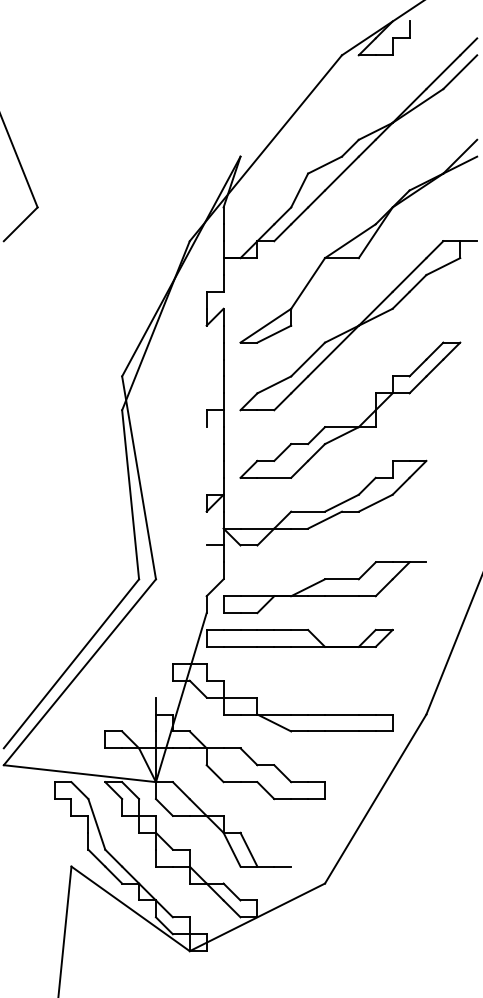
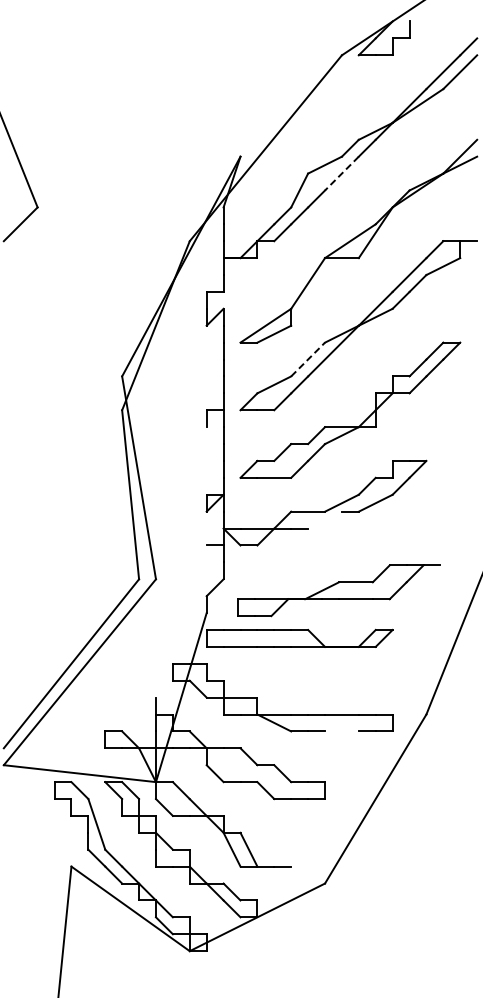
line at (341, 173): solid -> dashed
line at (308, 359): solid -> dashed
line at (324, 519): present -> none
part at (324, 587) position: (324, 587) -> (338, 590)
line at (341, 731): present -> none
